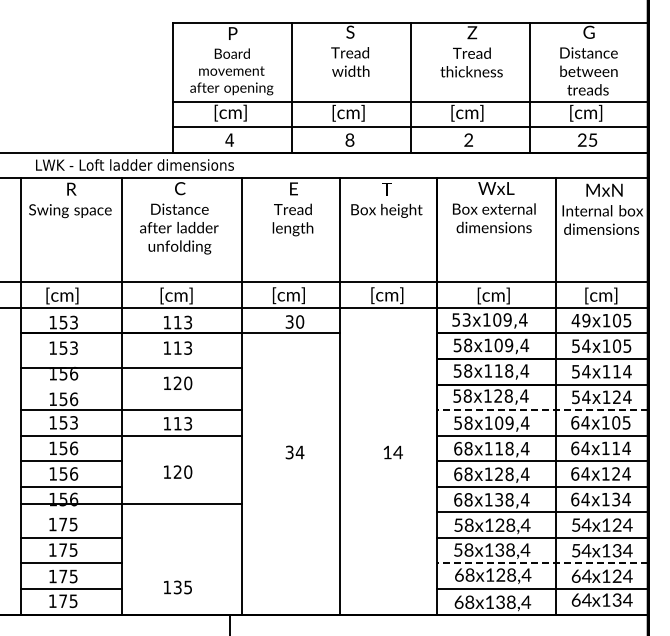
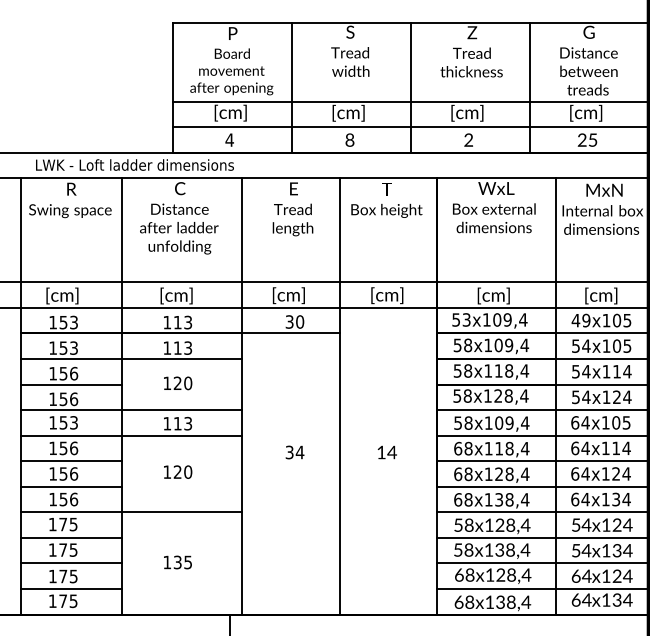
line at (131, 367) position: (131, 367) -> (131, 358)
line at (71, 384): none -> present
line at (542, 410): dashed -> solid
text at (392, 452) position: (392, 452) -> (386, 452)
line at (131, 504) position: (131, 504) -> (131, 512)
line at (542, 563): dashed -> solid
text at (177, 587) position: (177, 587) -> (177, 562)
